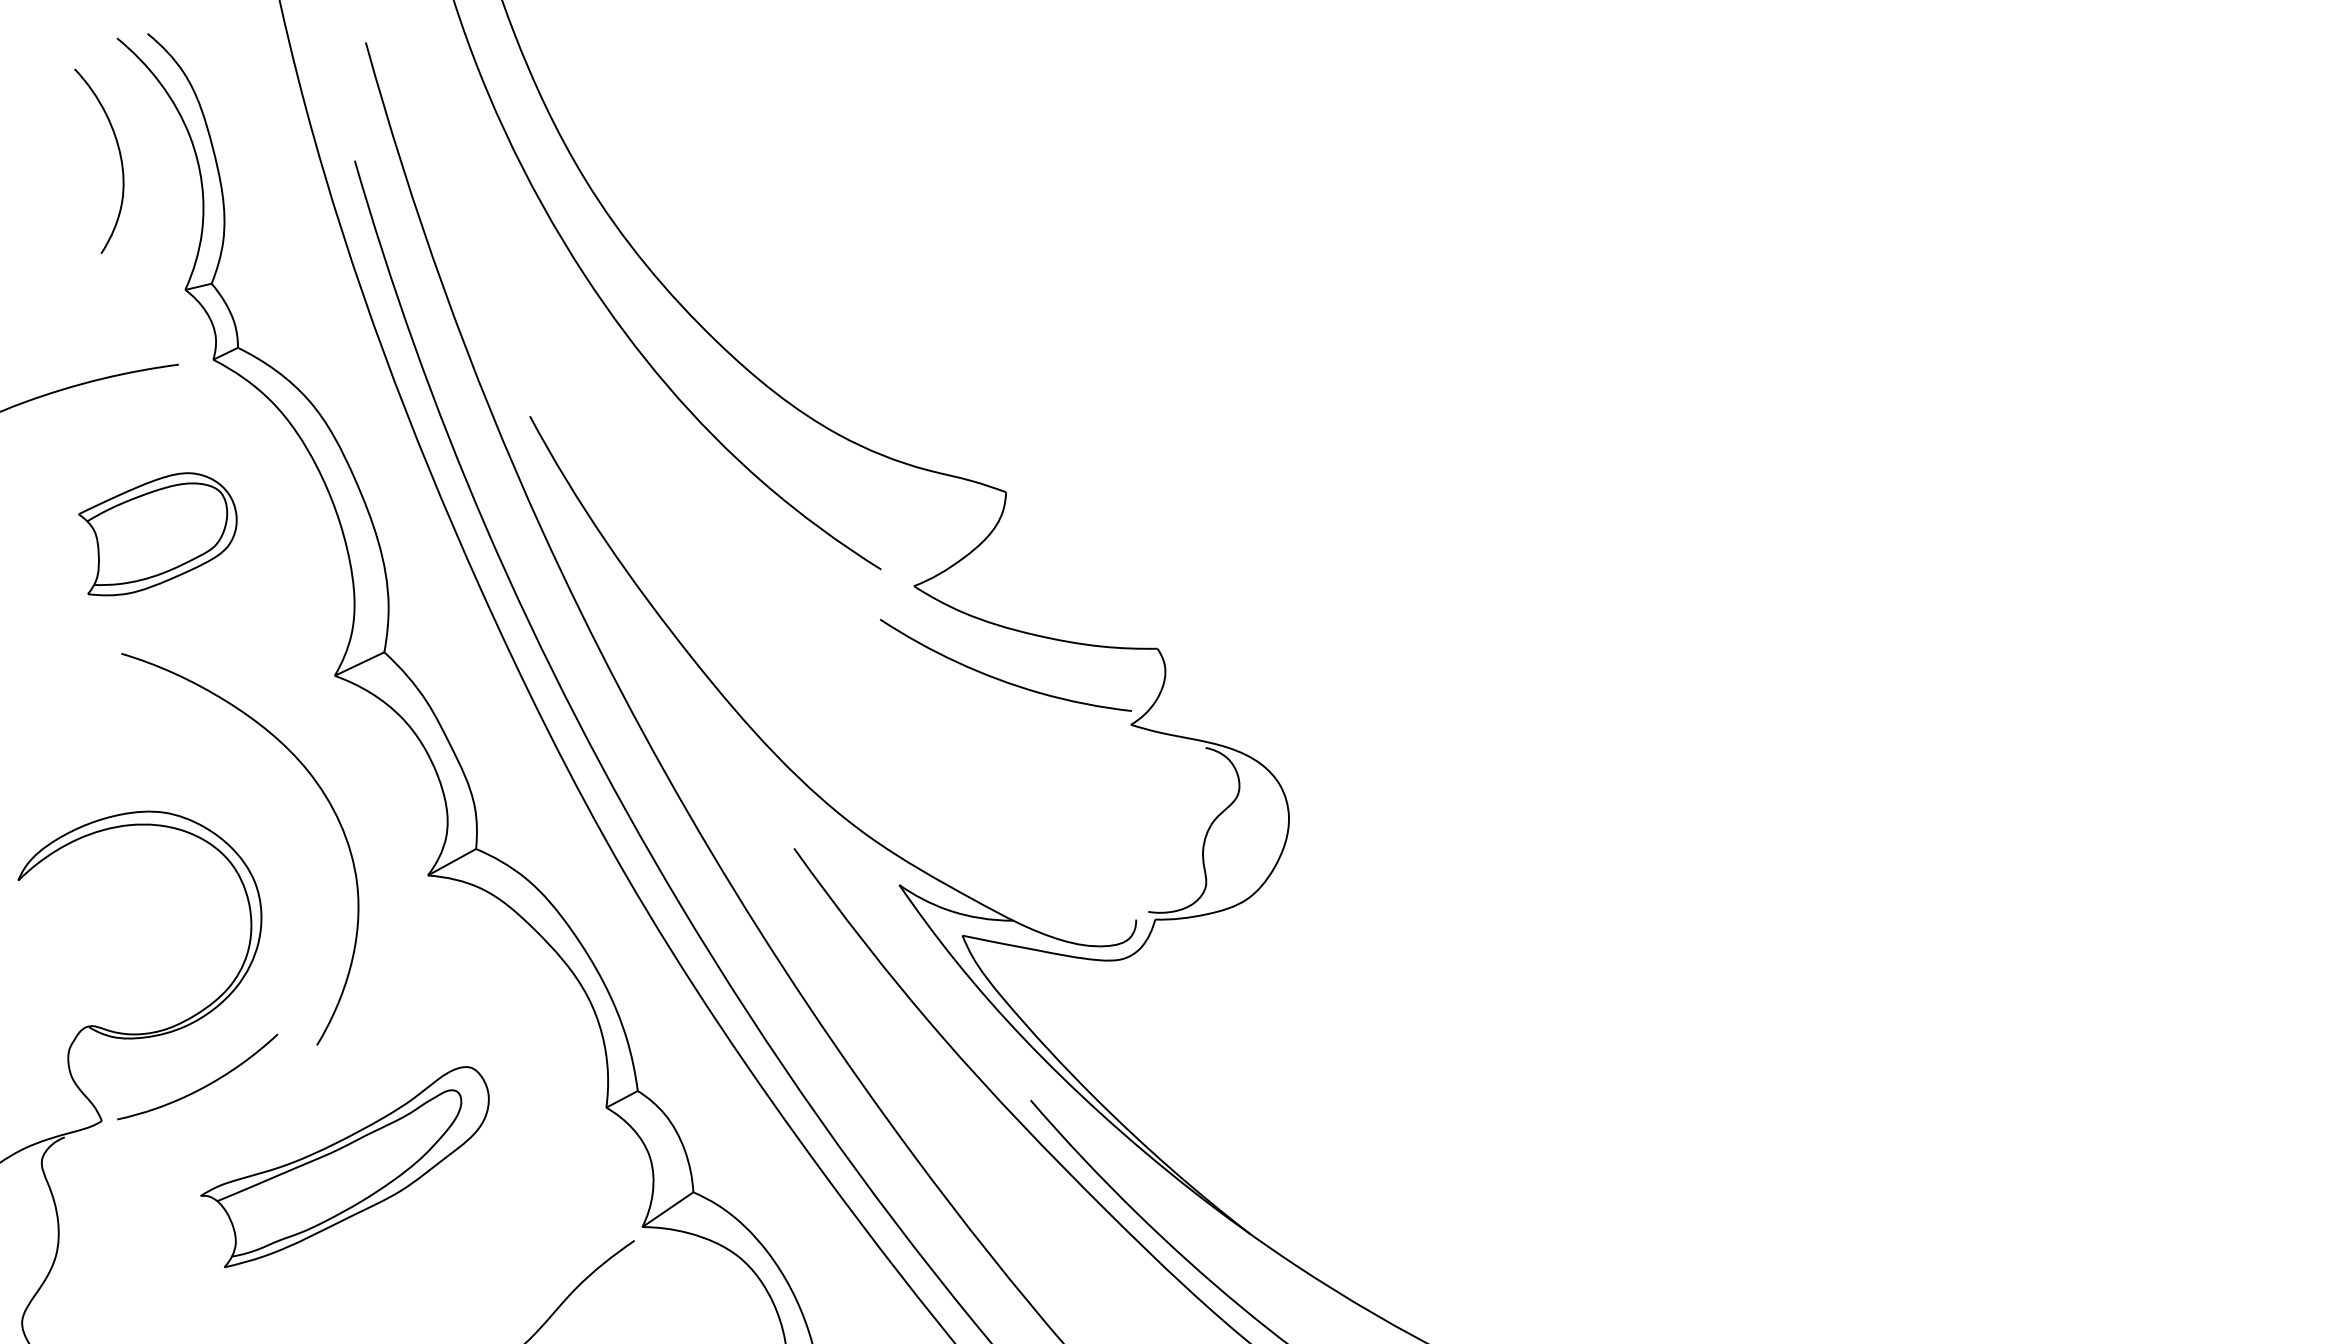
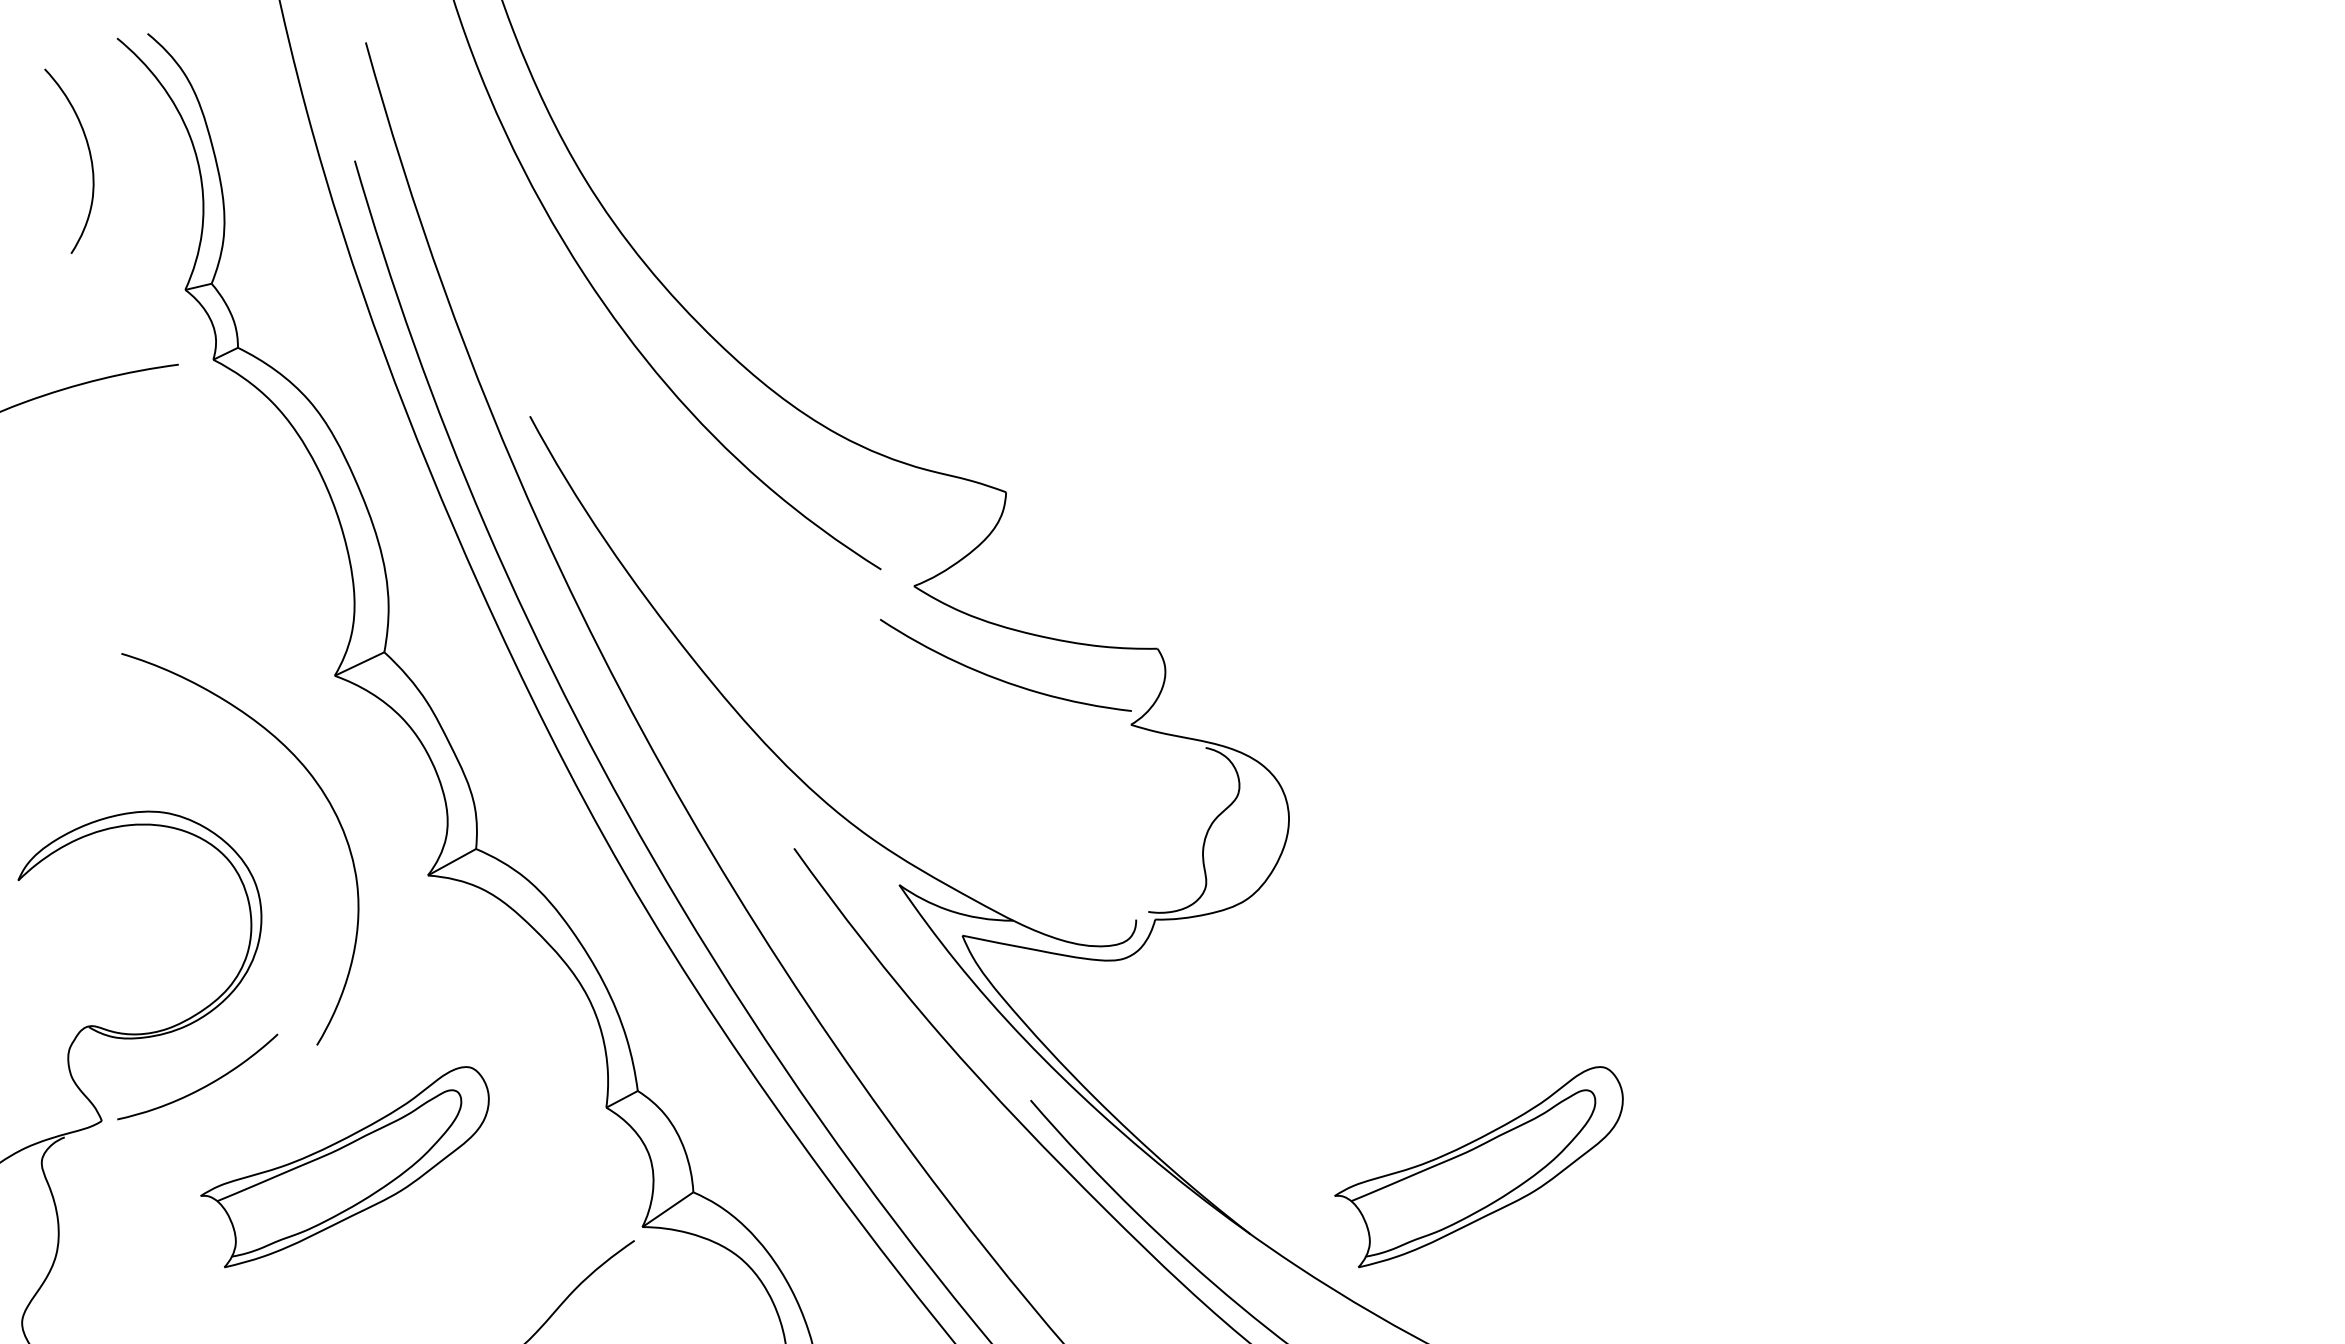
curve at (119, 156) position: (119, 156) -> (89, 156)
part at (157, 534): present -> none
part at (1478, 1167): none -> present
